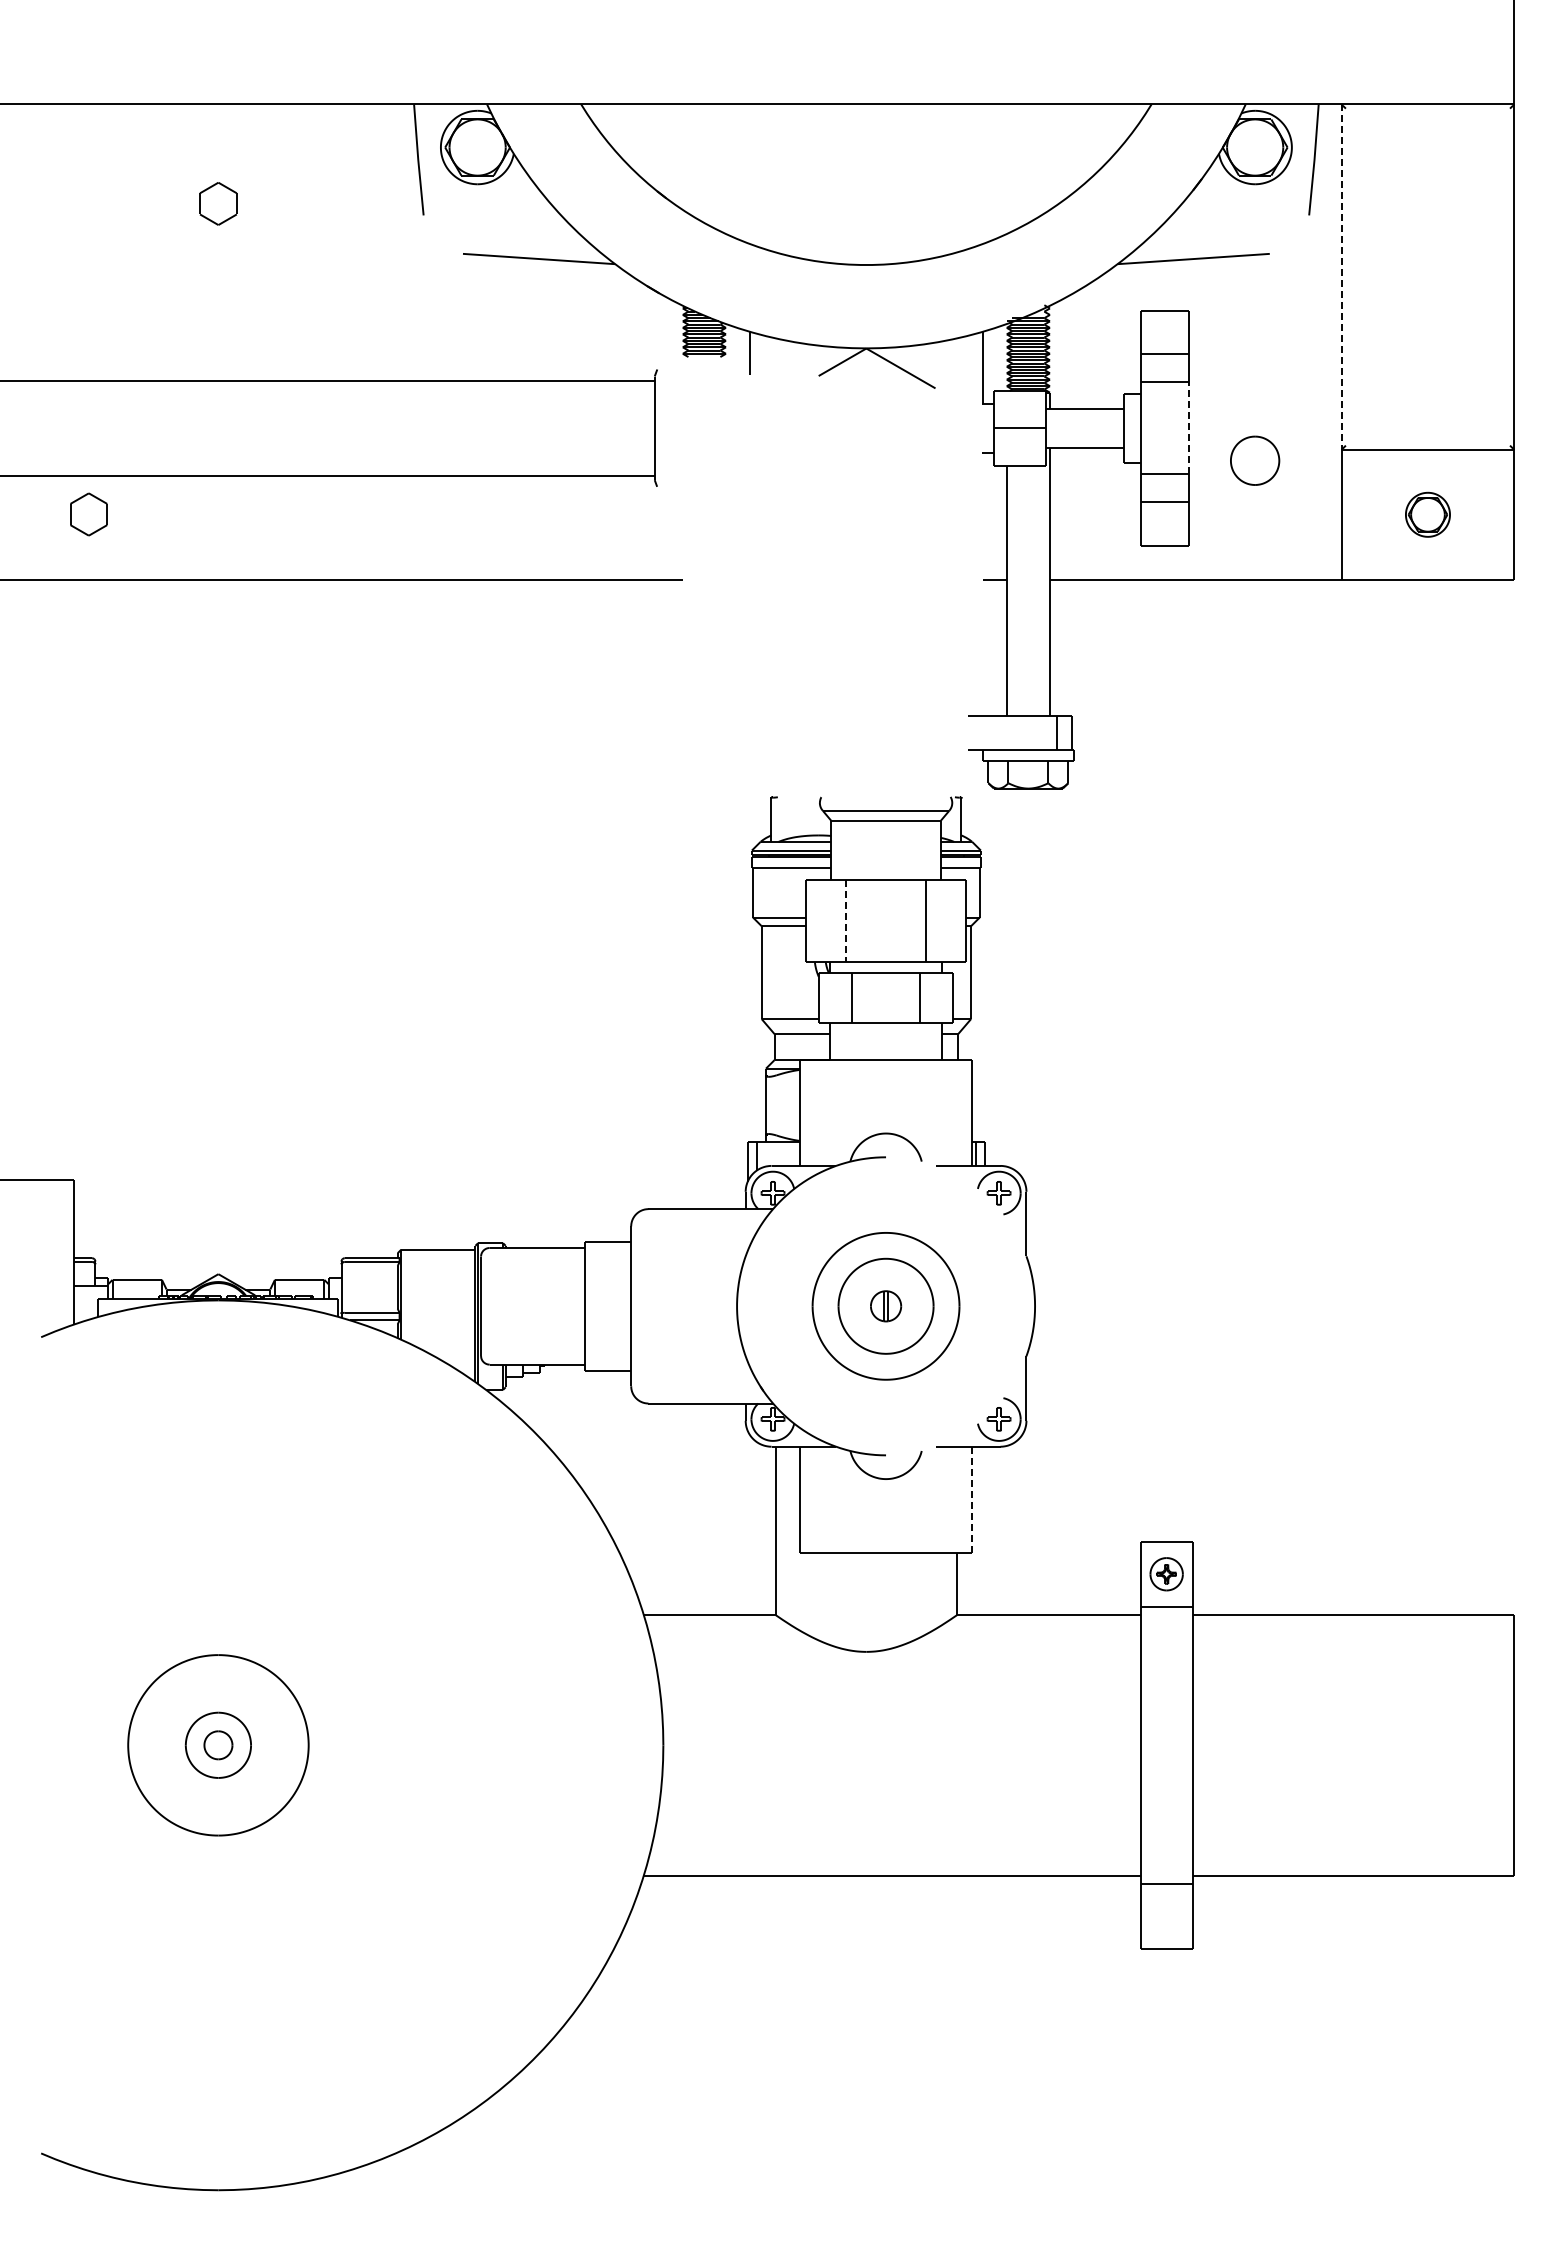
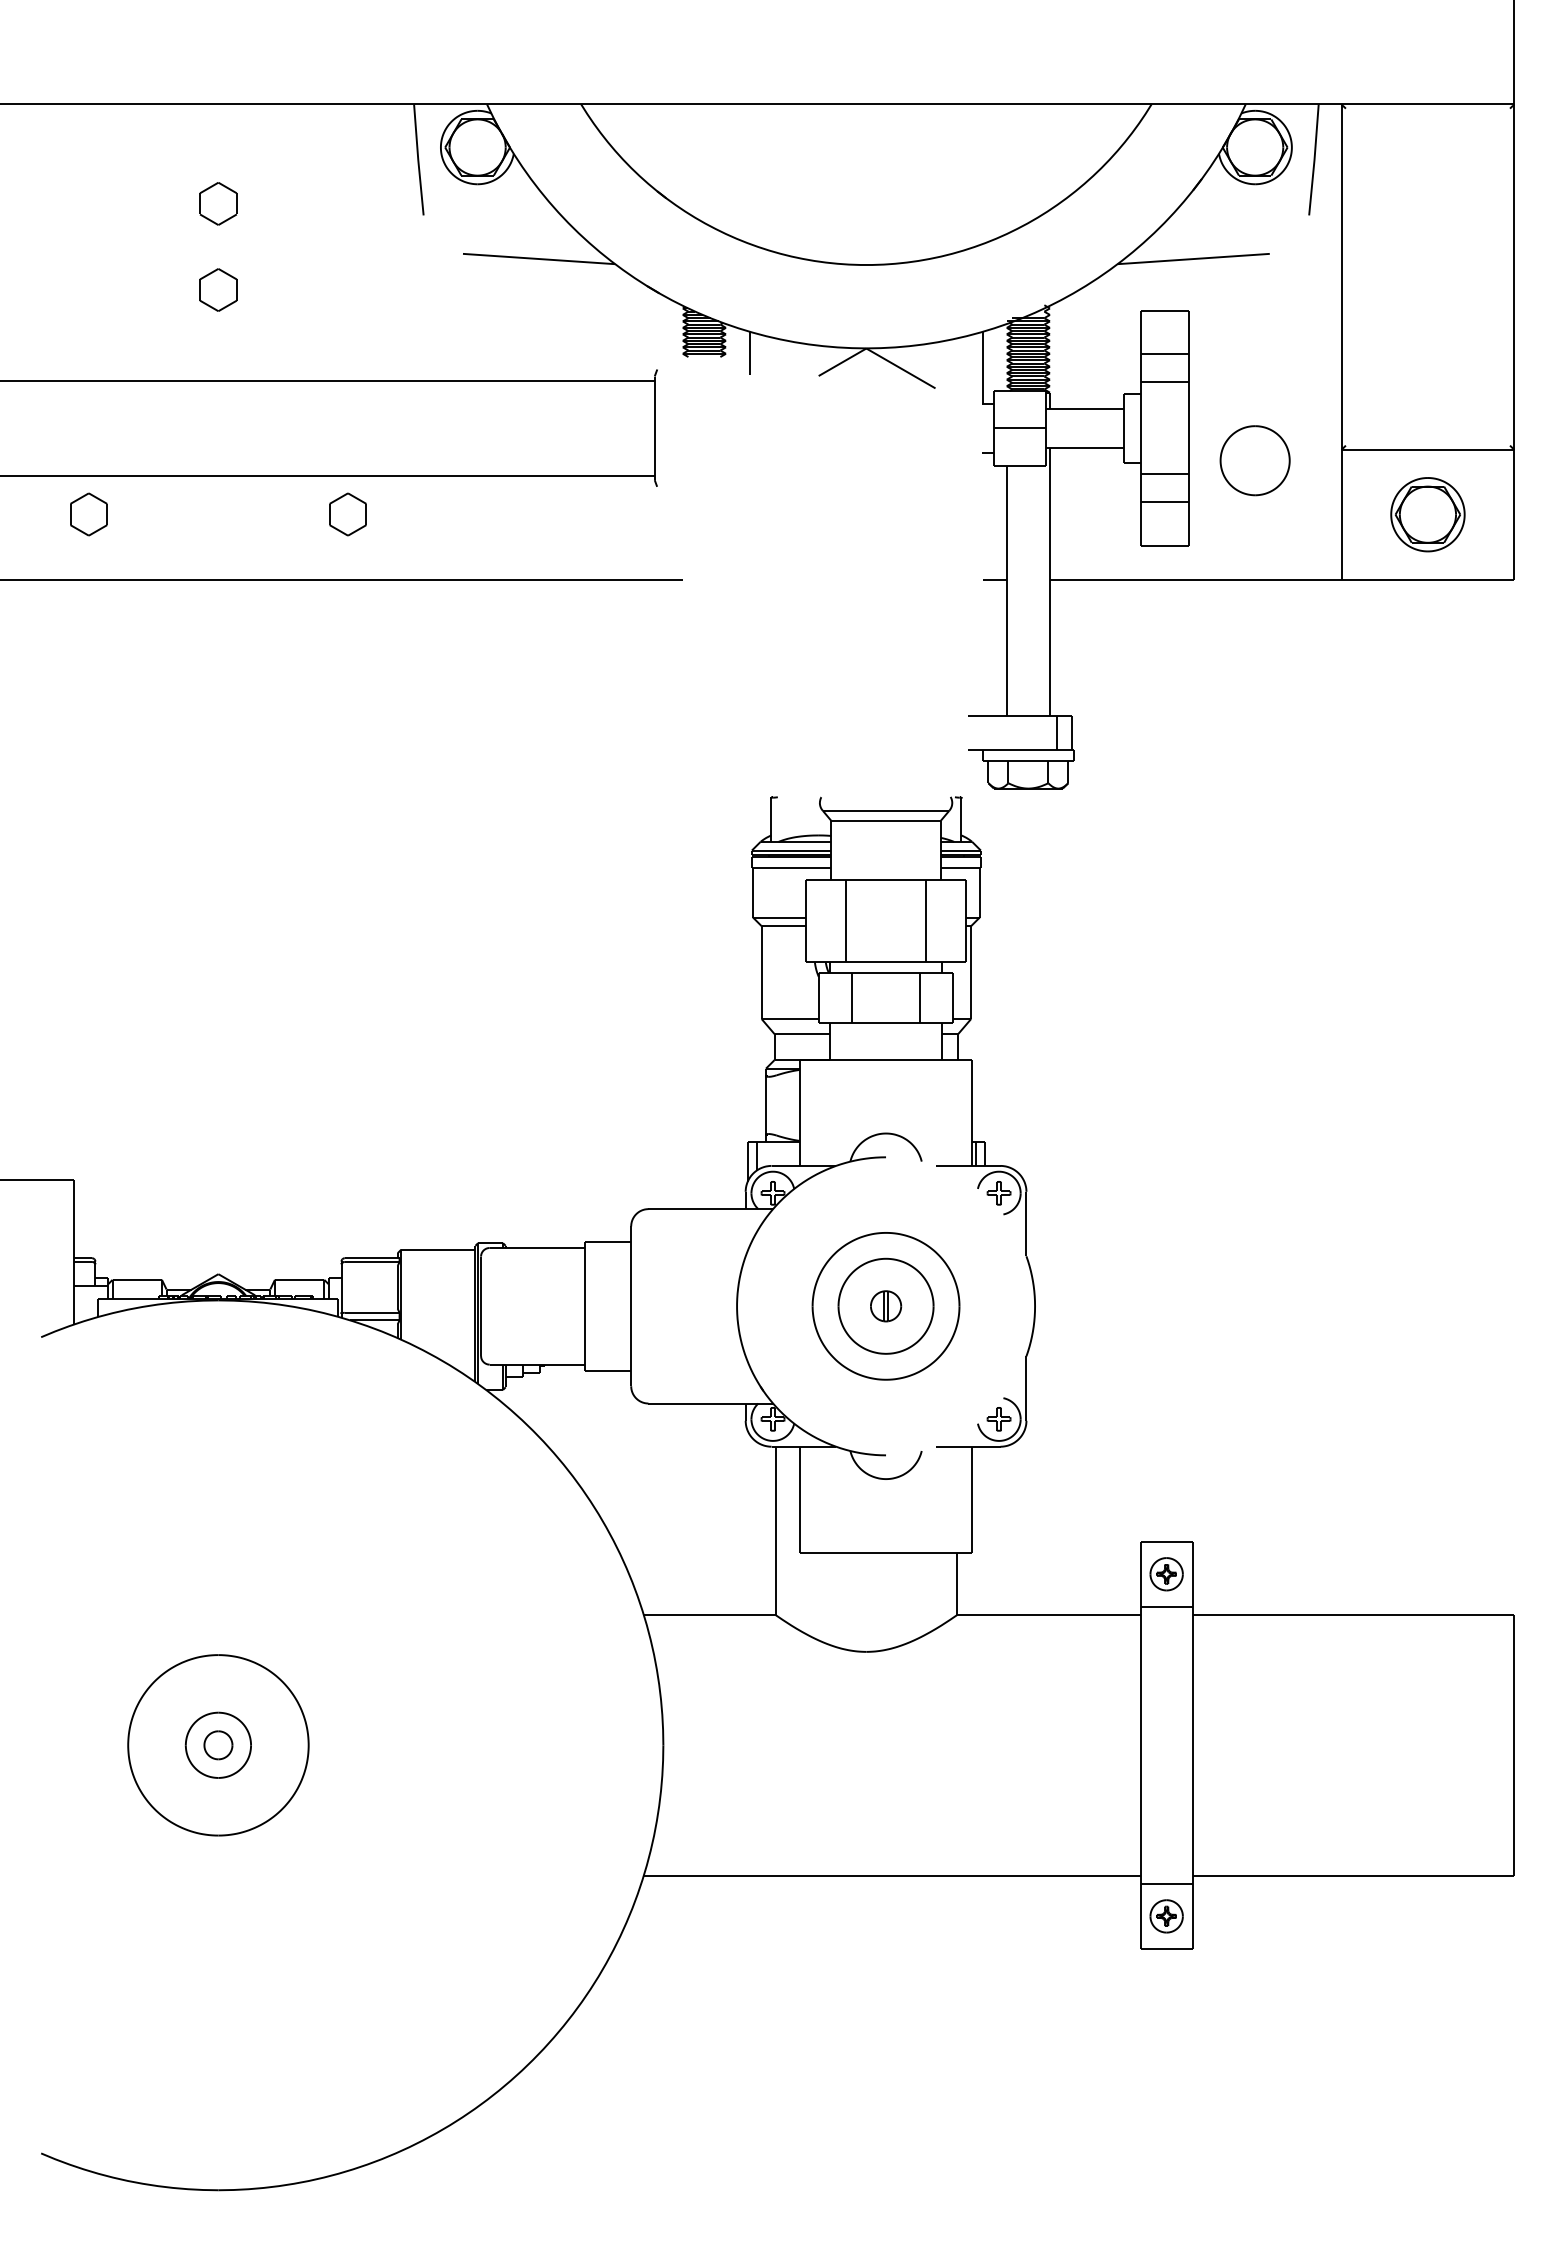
line at (1341, 277): dashed -> solid
part at (218, 289): none -> present
line at (1188, 427): dashed -> solid
part at (1255, 460) size: 51x51 px -> 72x72 px
part at (347, 514): none -> present
part at (1427, 514) size: 46x47 px -> 76x76 px
line at (846, 921): dashed -> solid
line at (972, 1499): dashed -> solid
part at (1166, 1916): none -> present
